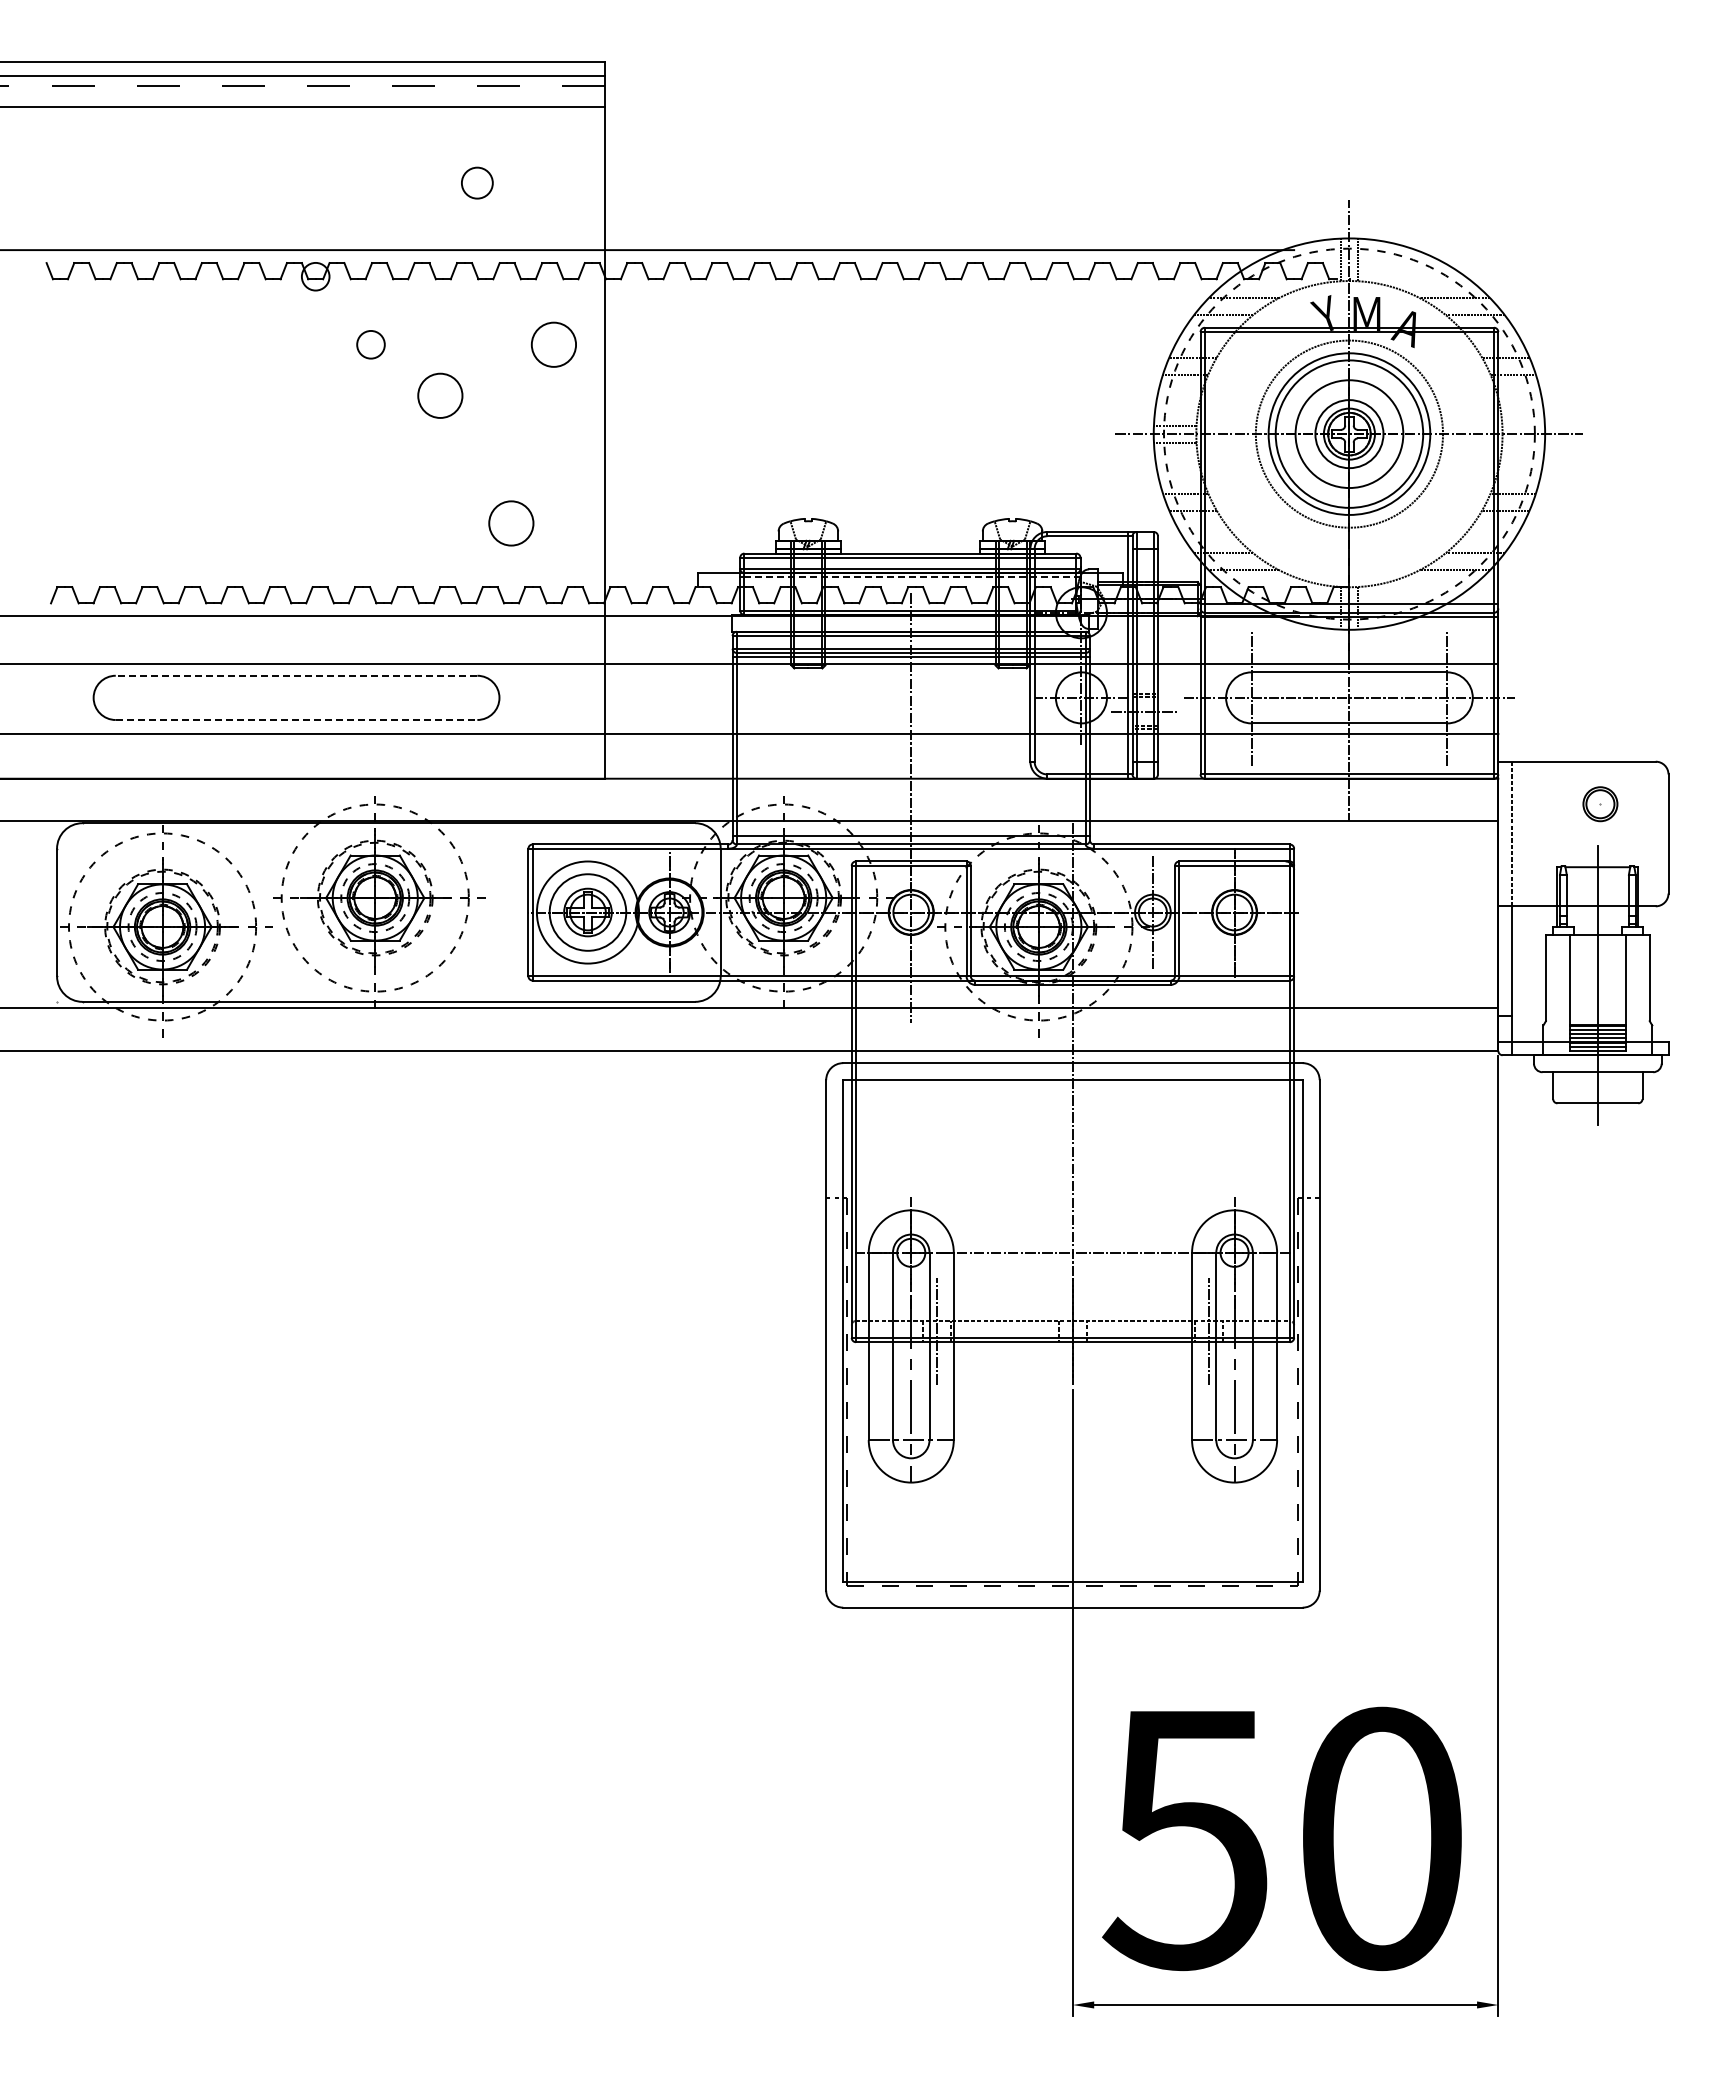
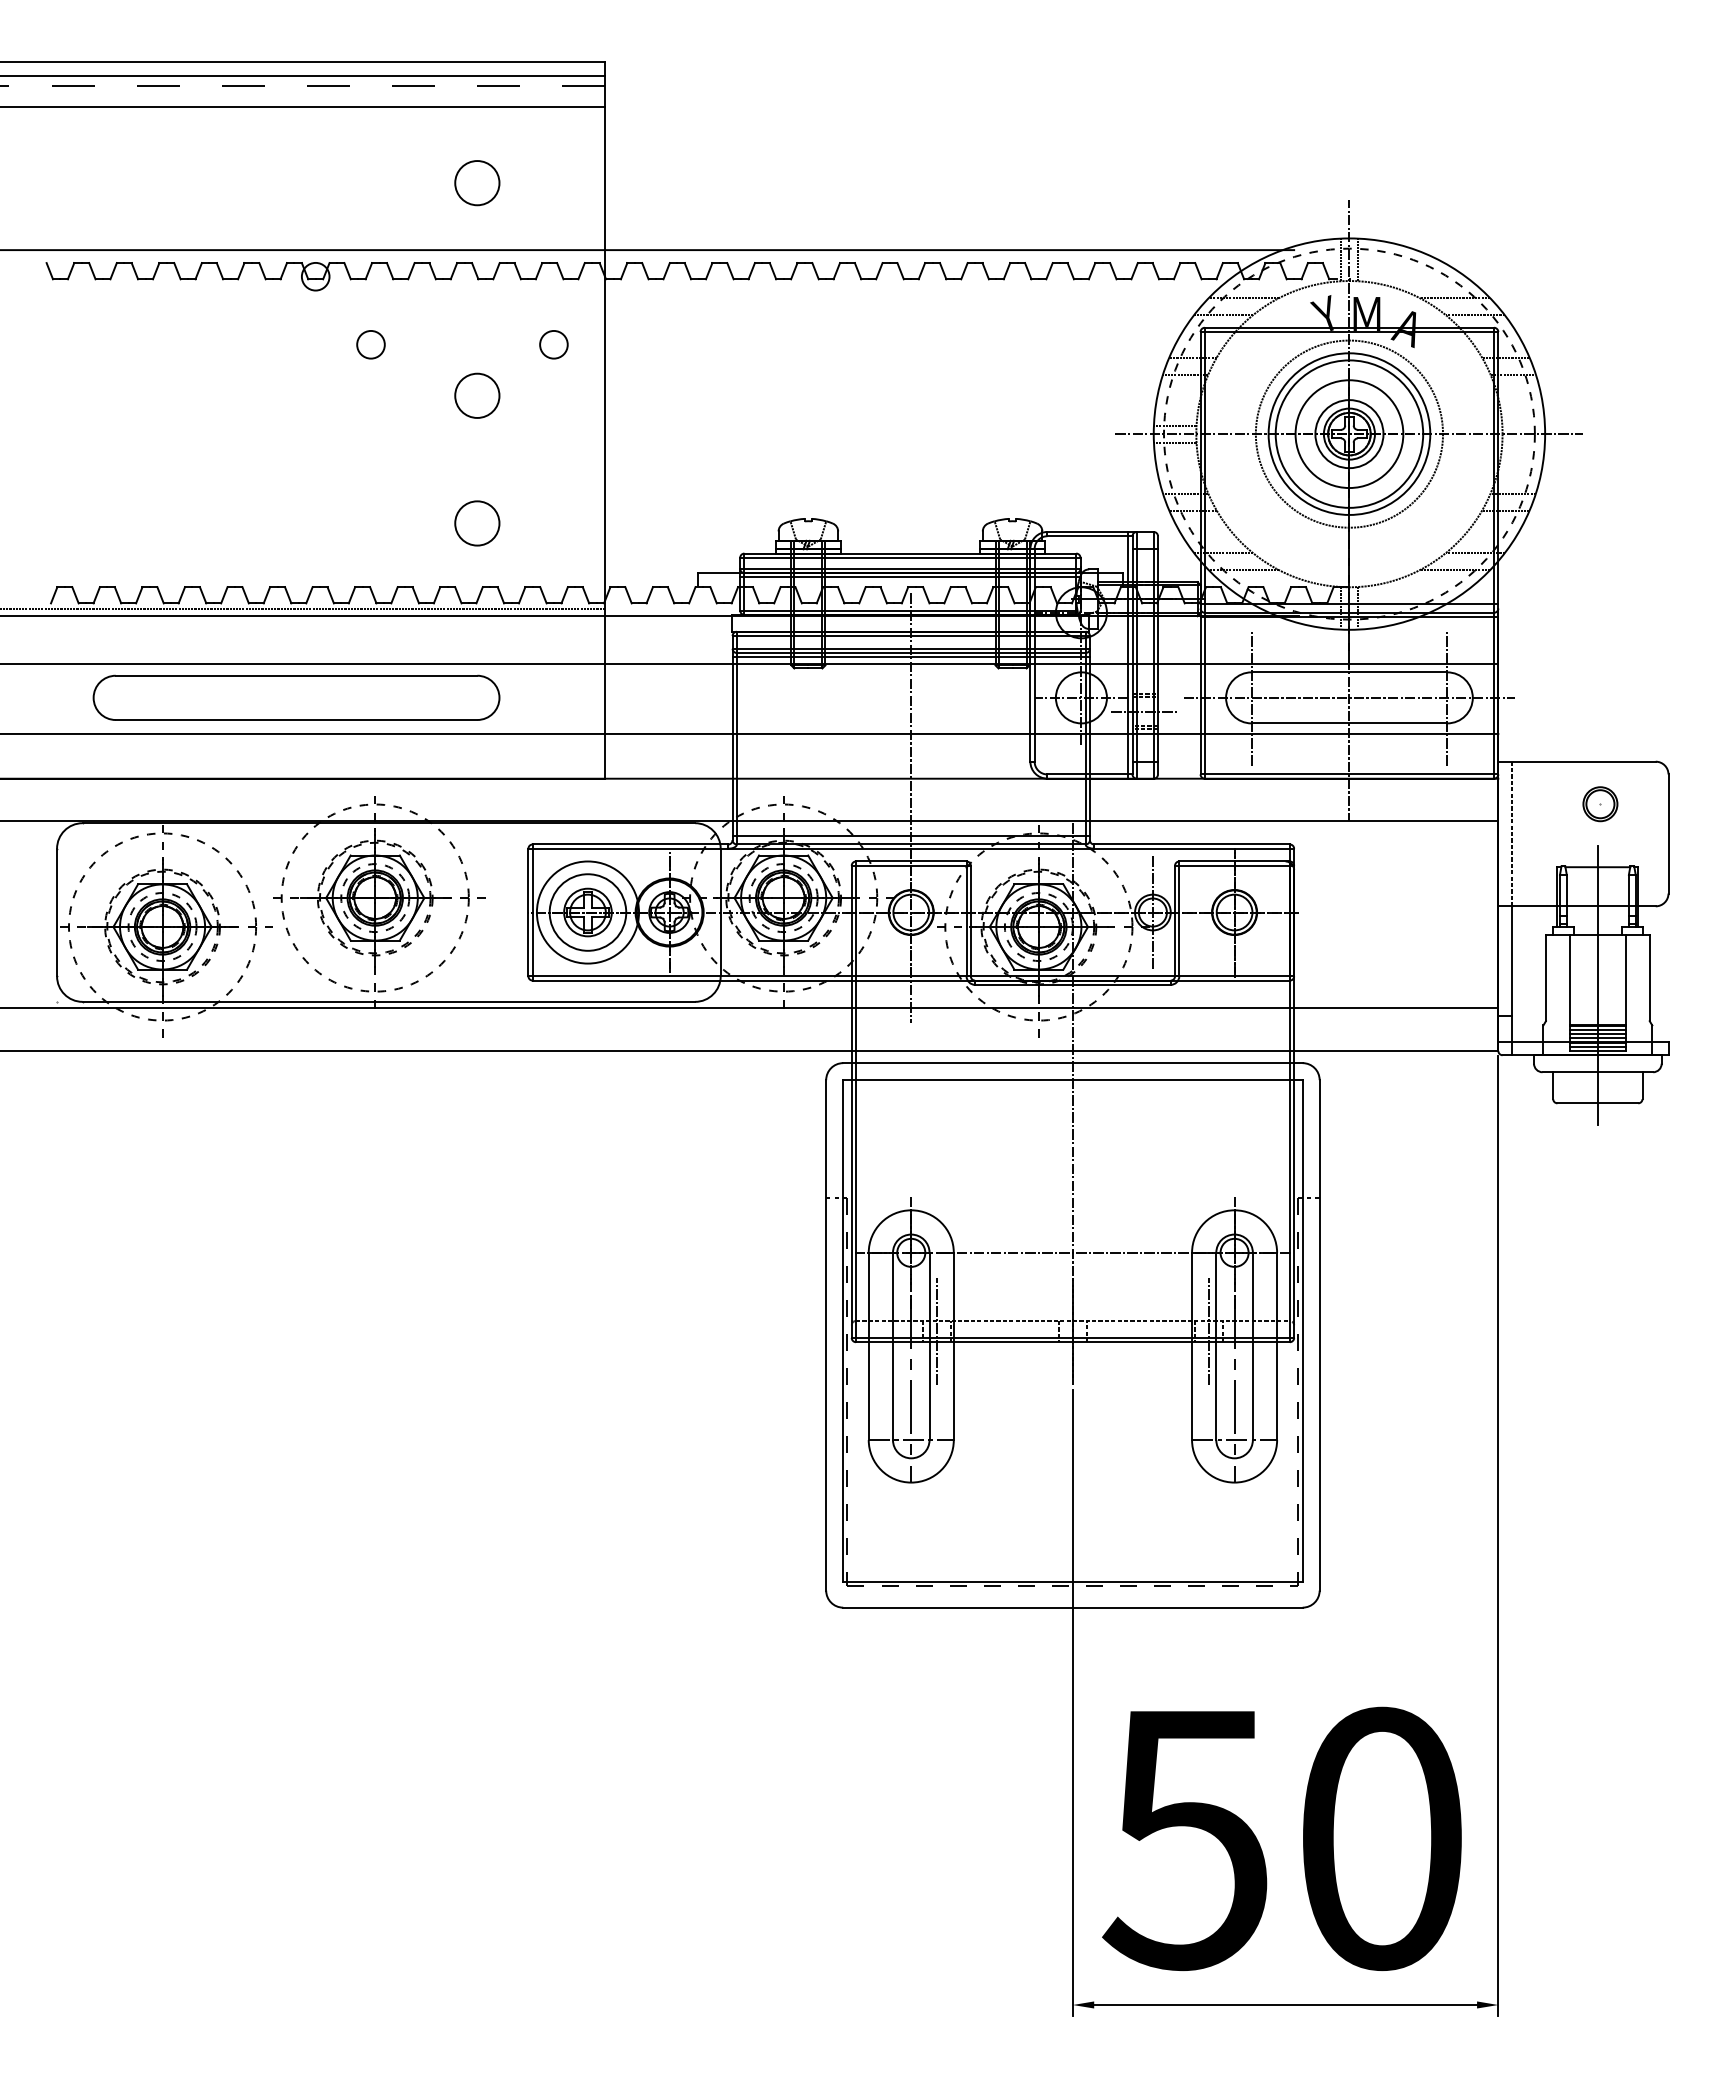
circle at (476, 182) diameter: 31 px -> 44 px
circle at (553, 344) diameter: 44 px -> 28 px
circle at (440, 395) position: (440, 395) -> (477, 395)
circle at (511, 523) position: (511, 523) -> (477, 523)
line at (910, 577): dashed -> solid
line at (303, 608): none -> present
line at (296, 675): dashed -> solid
line at (296, 720): dashed -> solid
